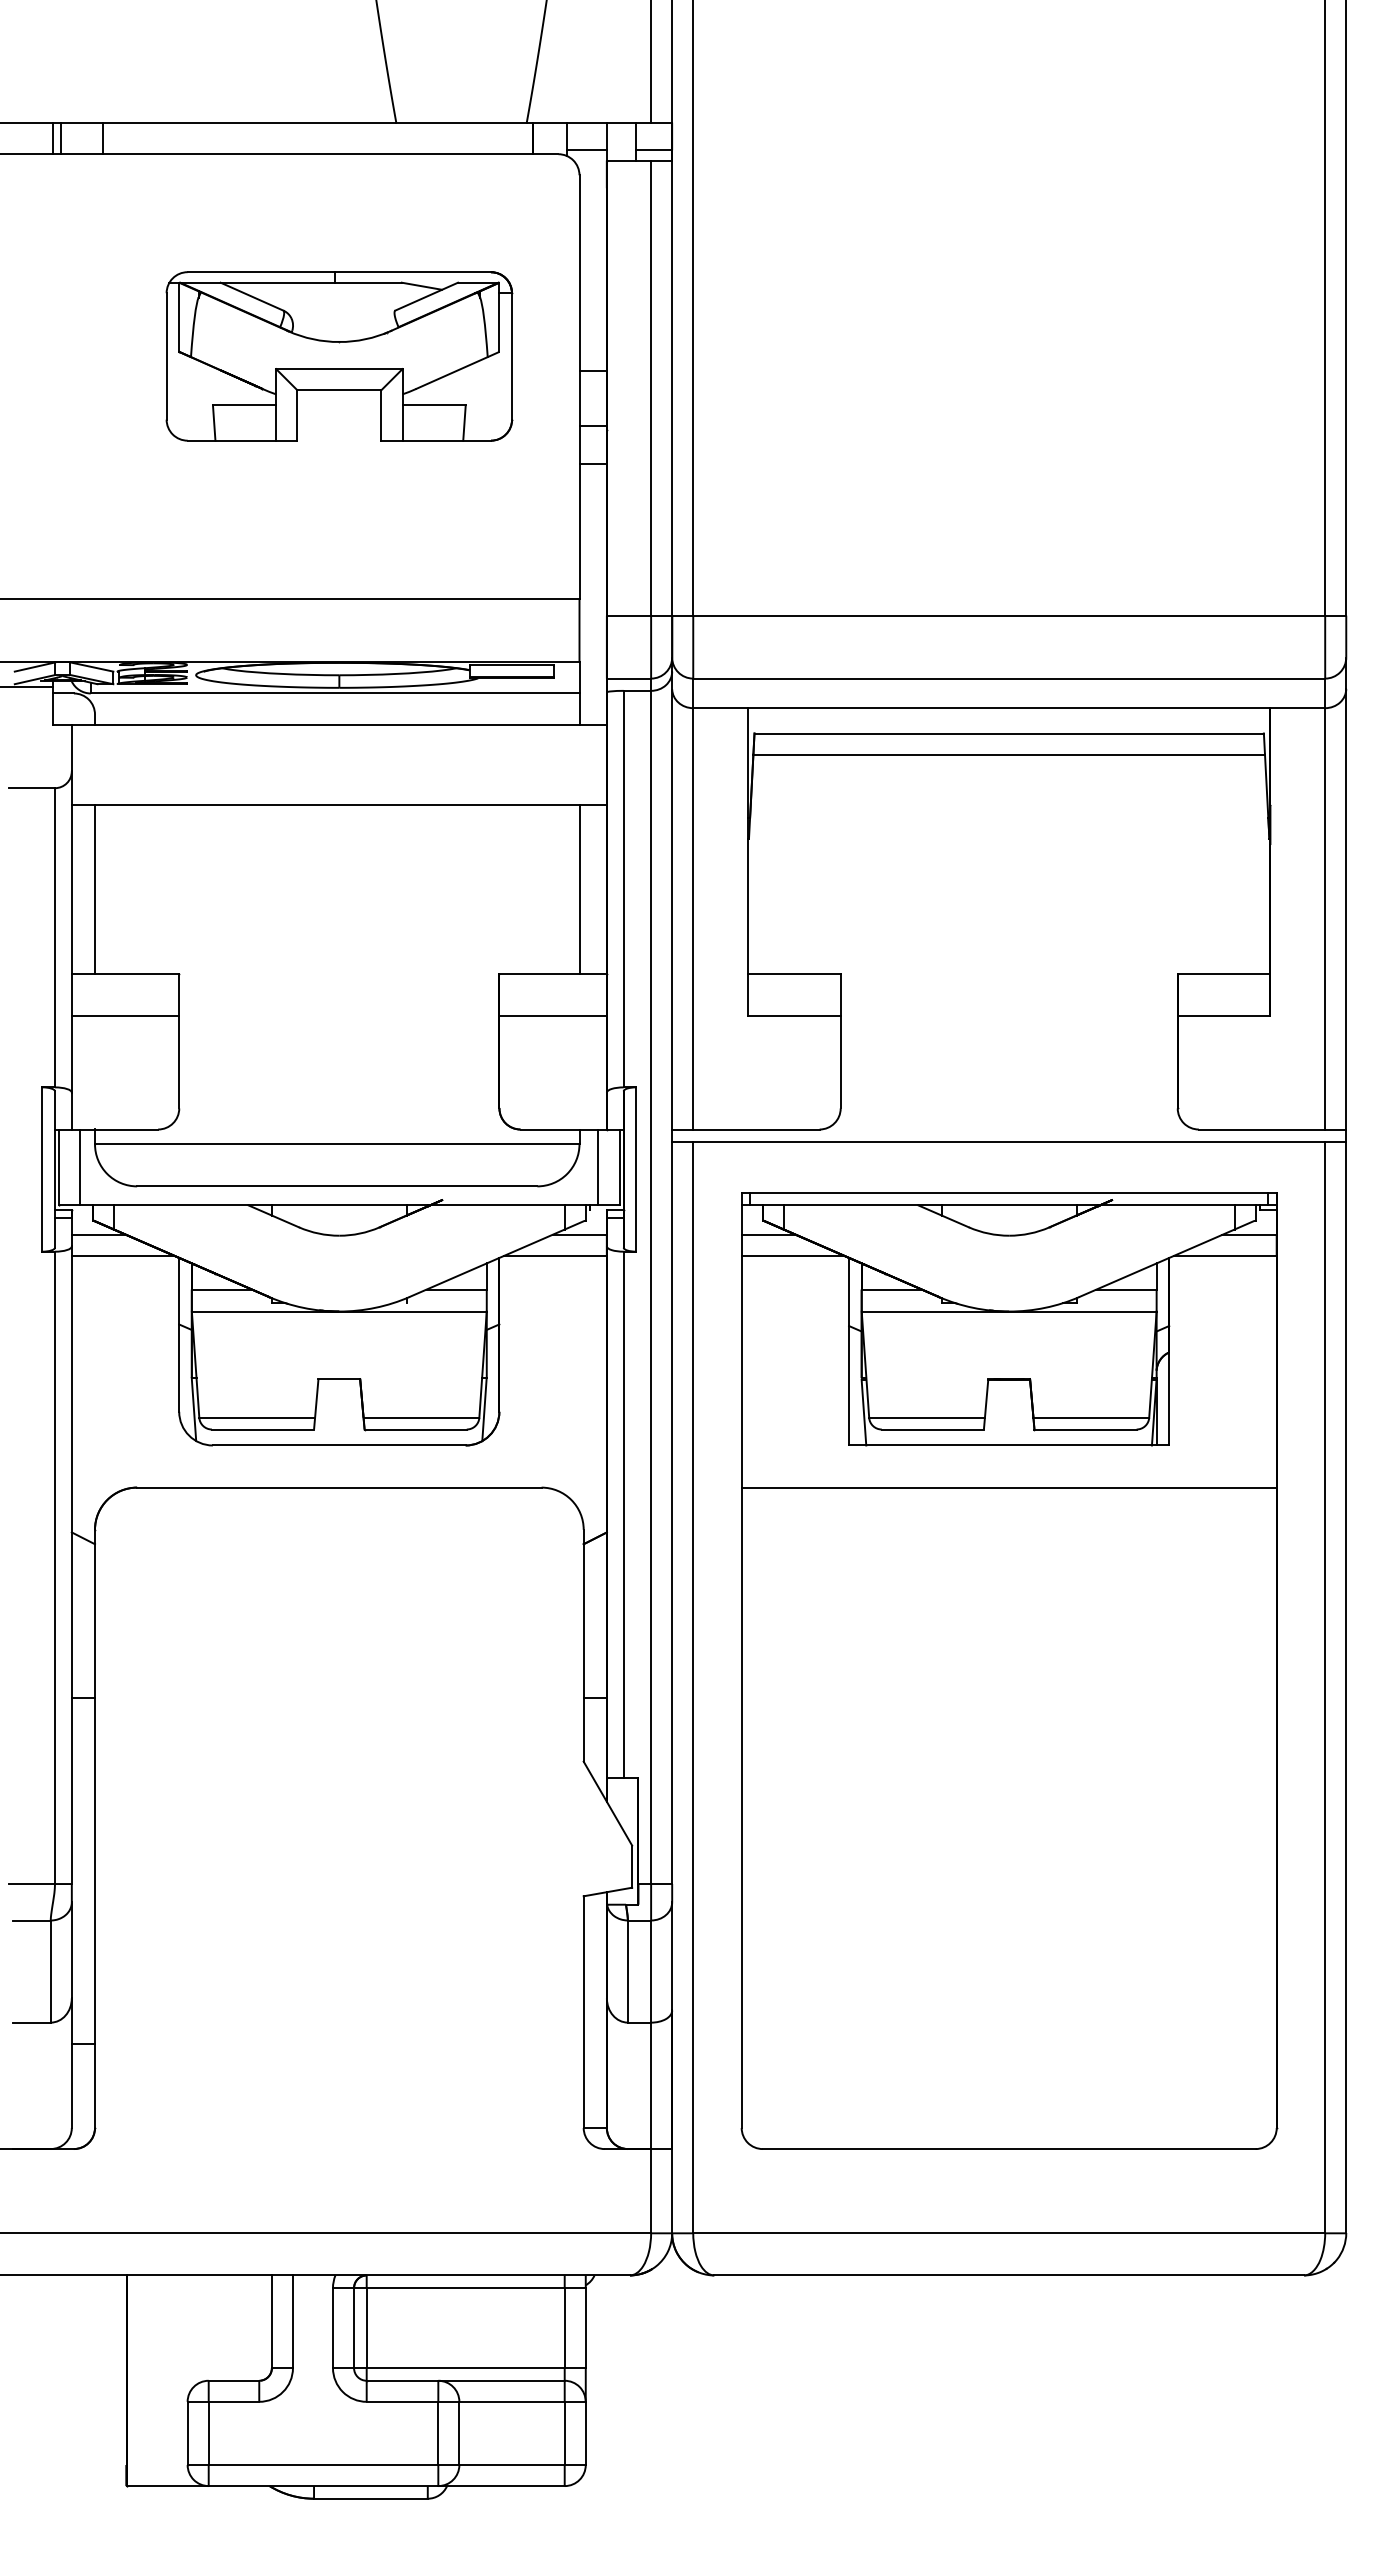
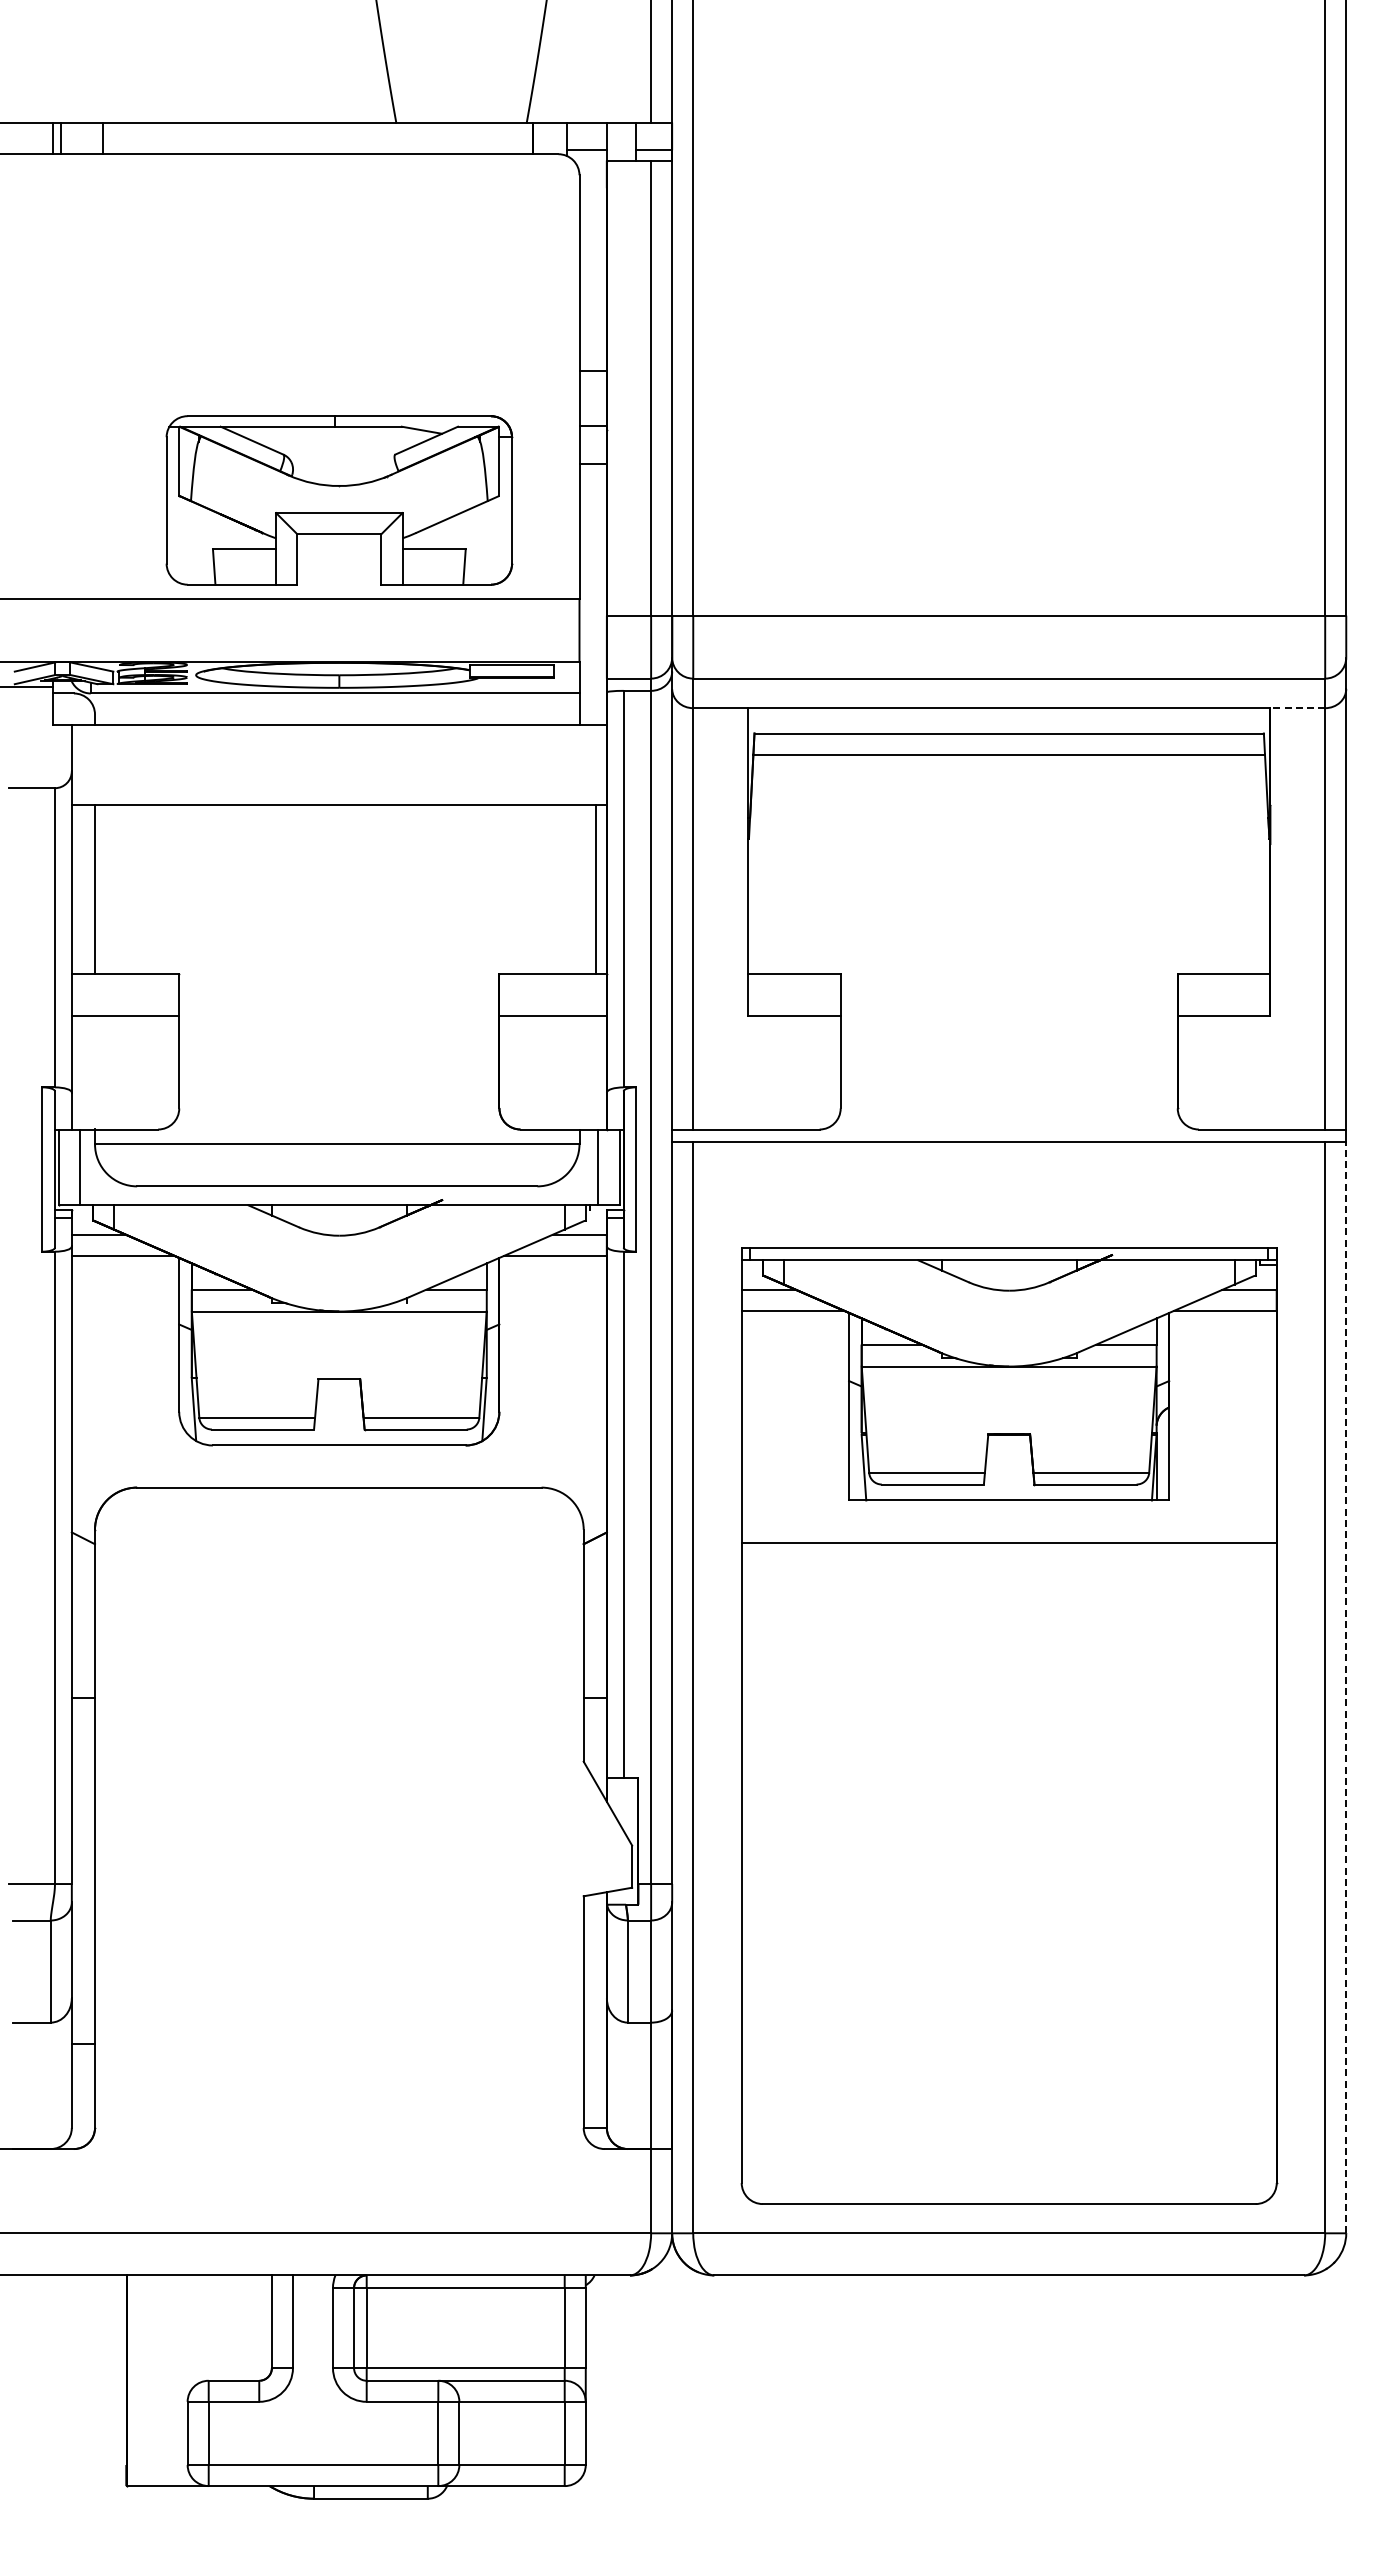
part at (339, 356) position: (339, 356) -> (339, 500)
line at (1297, 708): solid -> dashed
line at (579, 889) position: (579, 889) -> (595, 889)
part at (1009, 1670) position: (1009, 1670) -> (1009, 1725)
line at (1346, 1687): solid -> dashed
